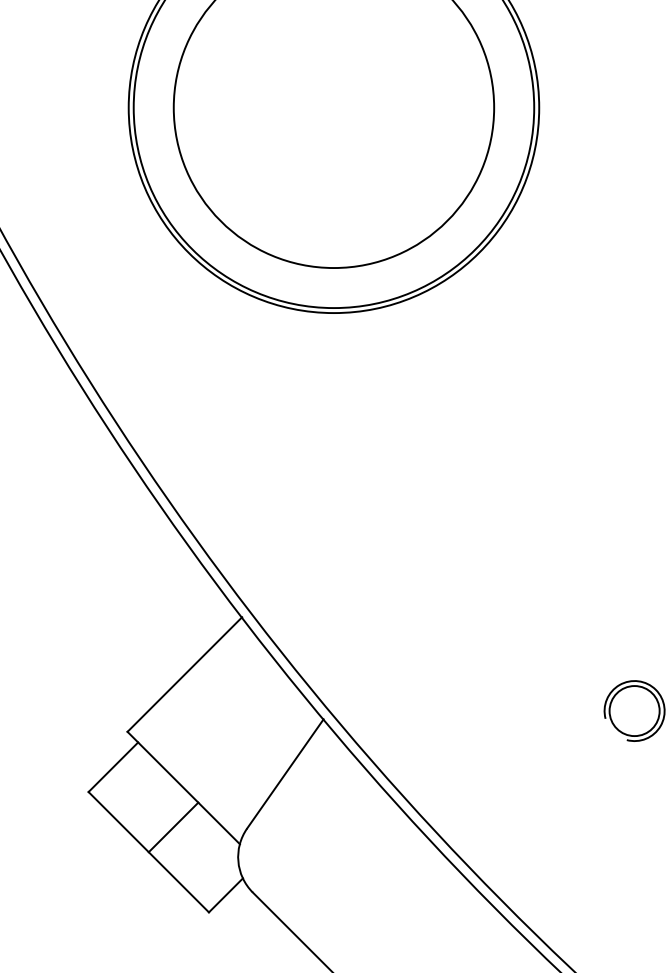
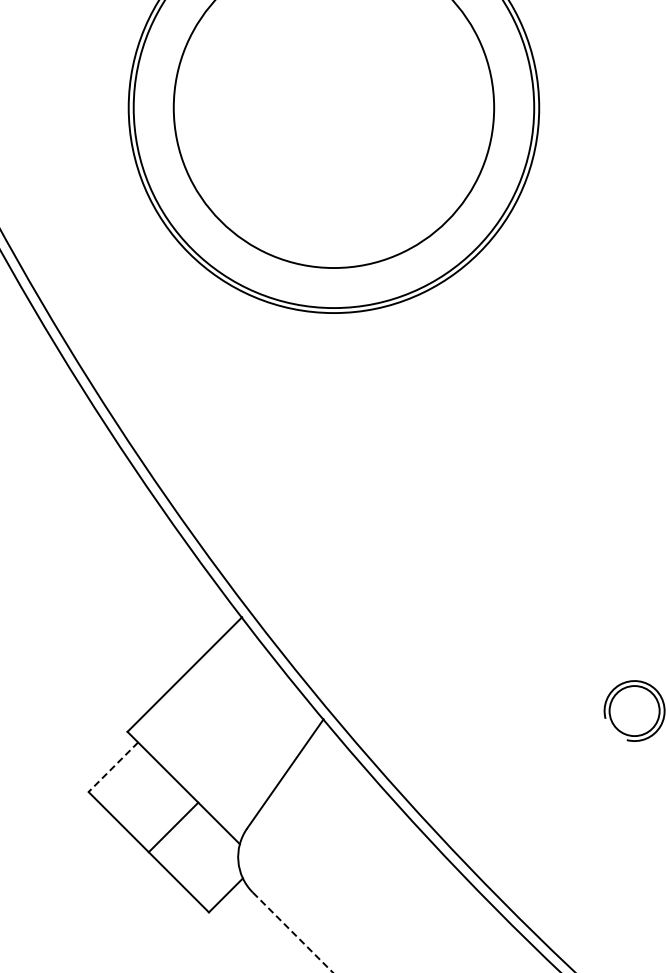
line at (113, 767): solid -> dashed
line at (293, 932): solid -> dashed
